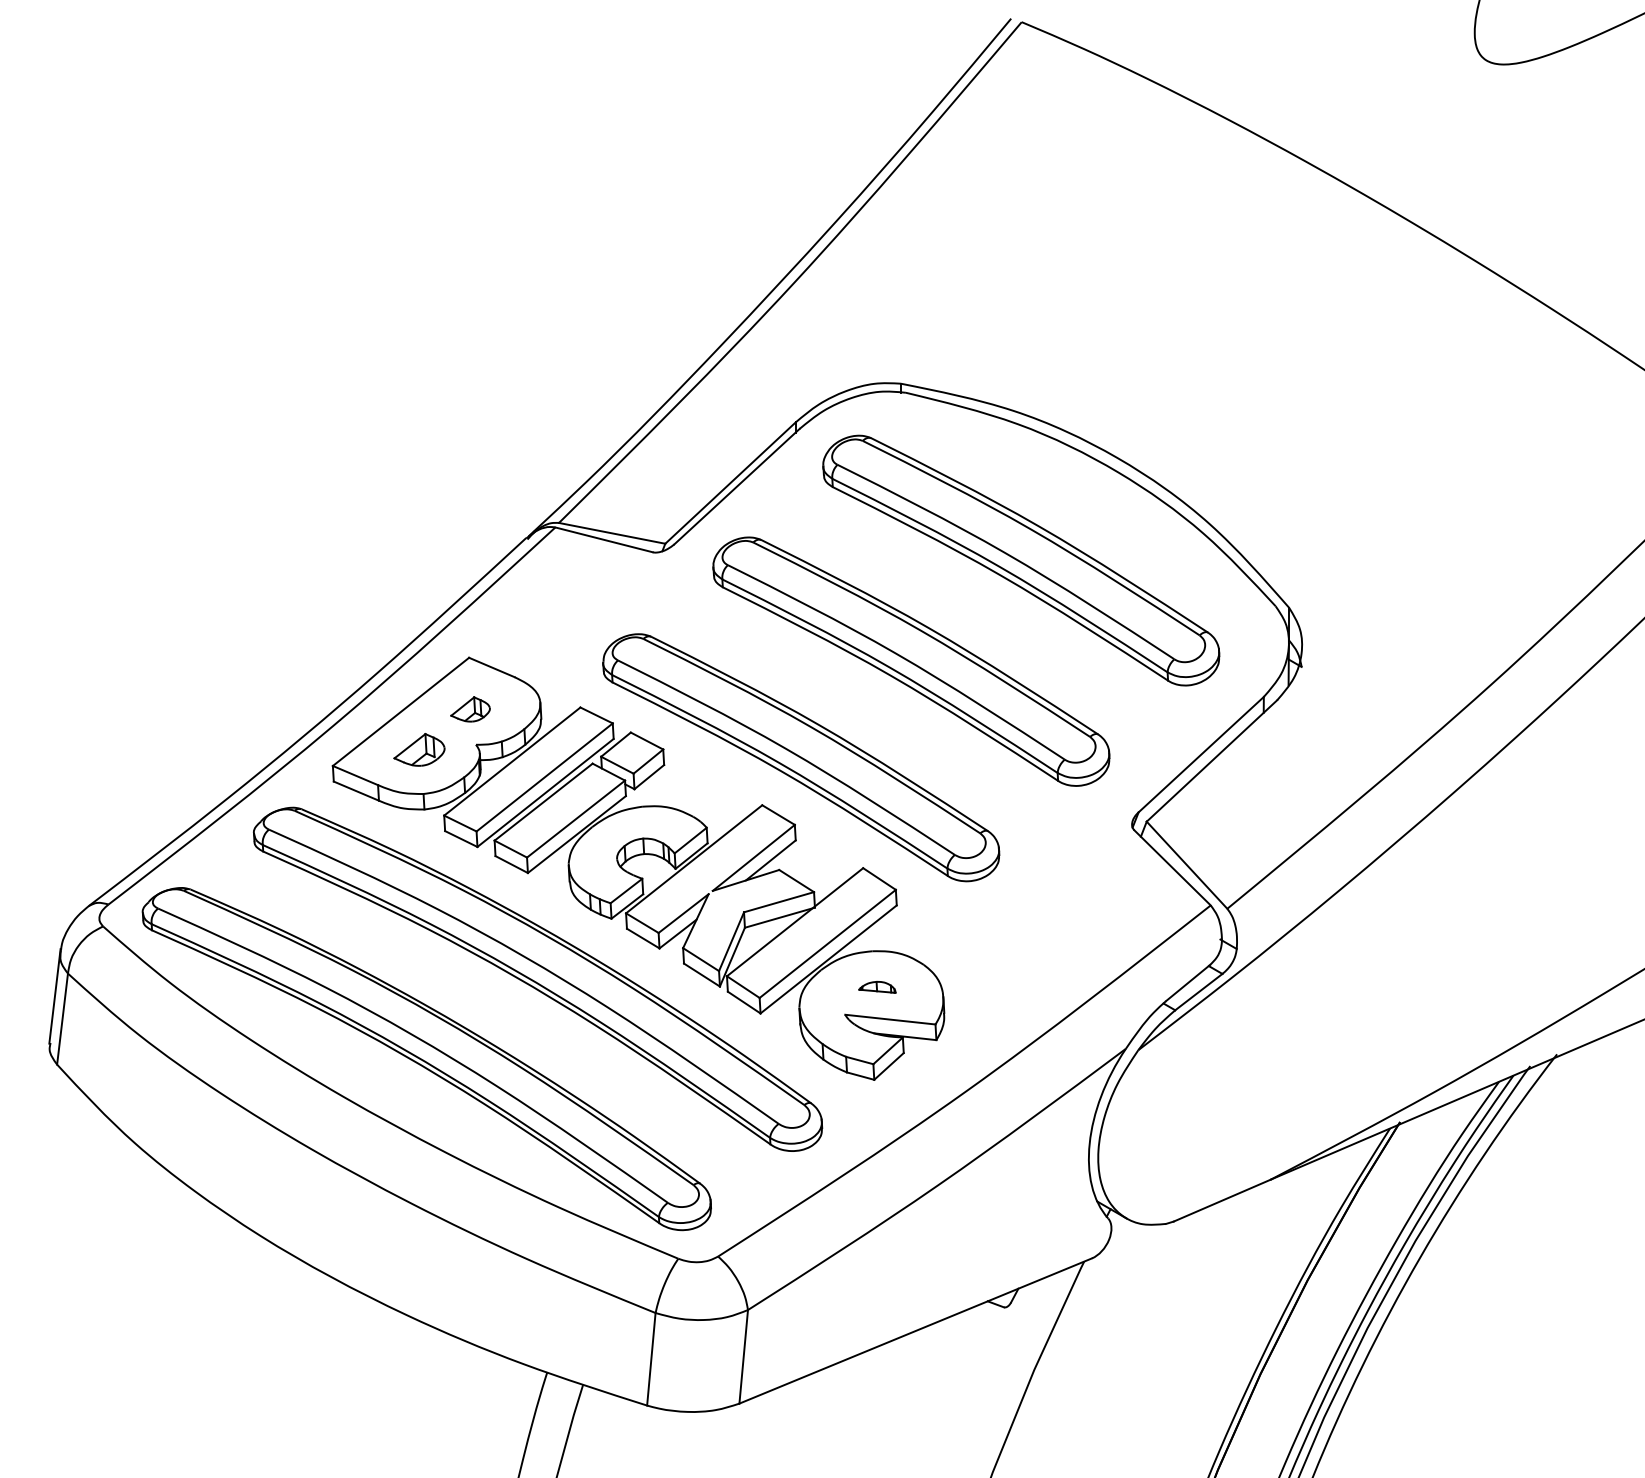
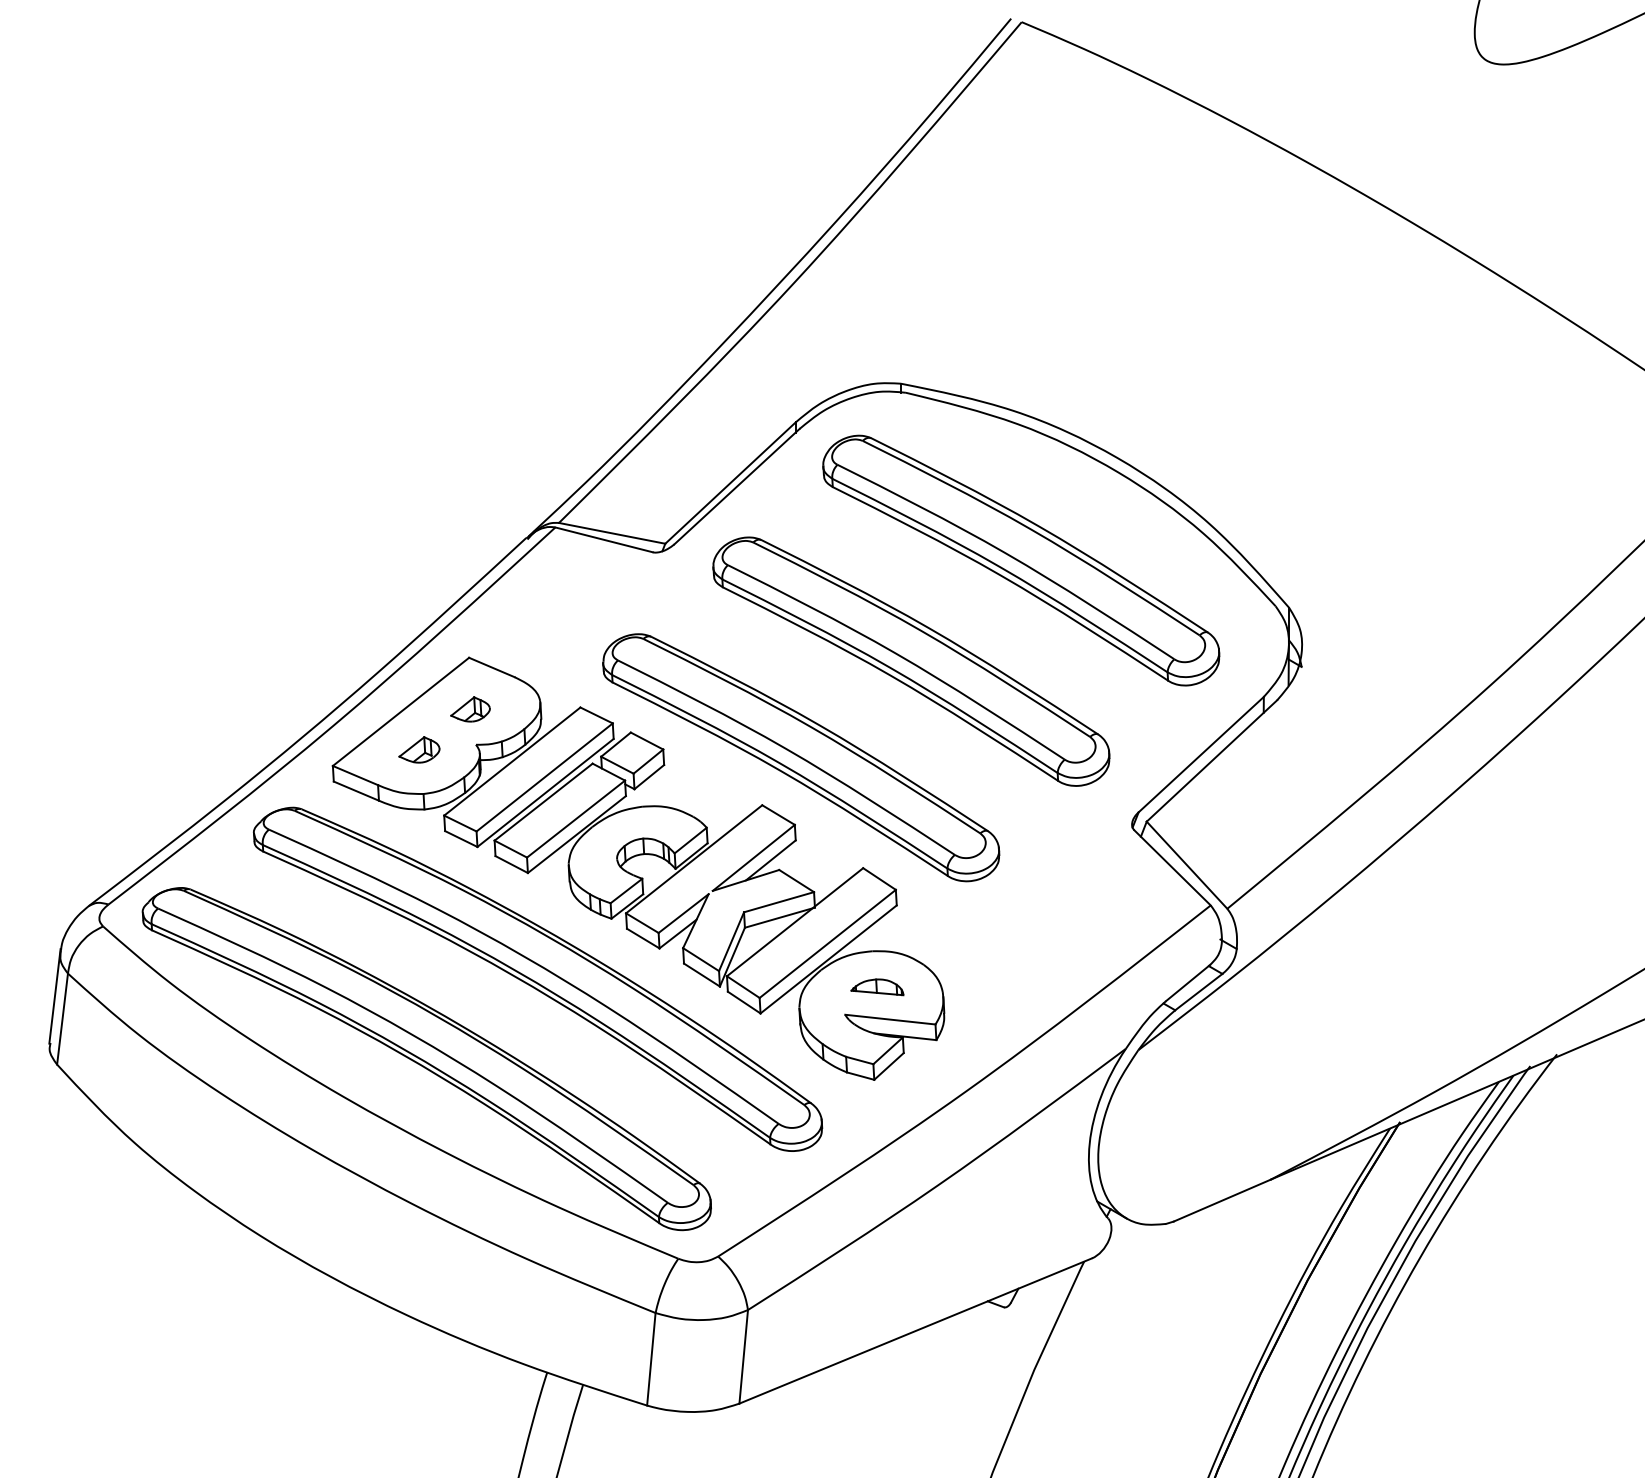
part at (419, 749) size: 53x34 px -> 43x28 px
part at (877, 986) size: 39x14 px -> 55x19 px
